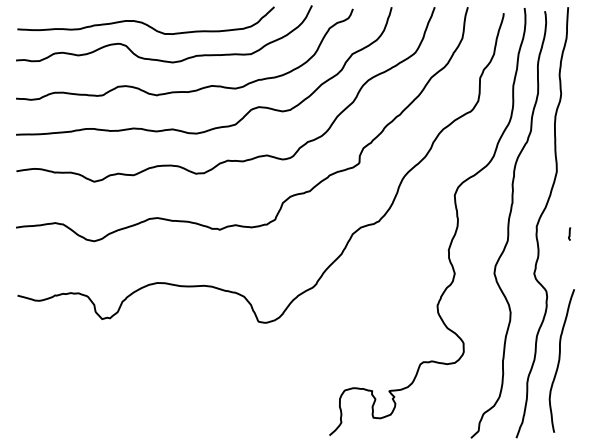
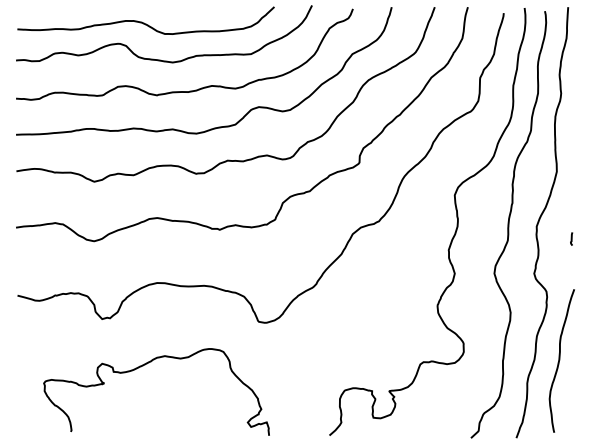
curve at (569, 233) position: (569, 233) -> (571, 238)
curve at (143, 366): none -> present
